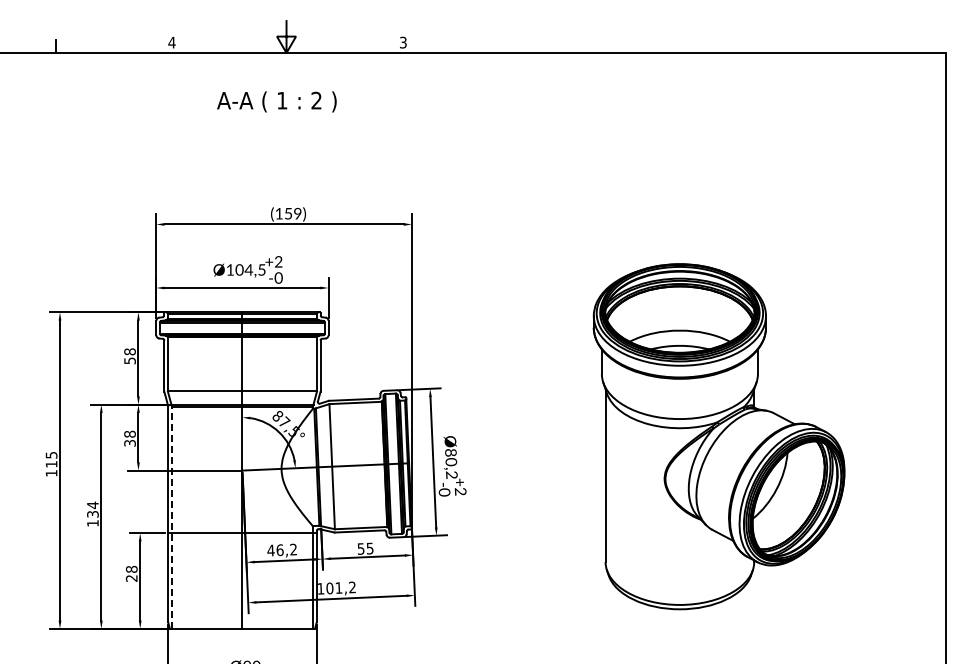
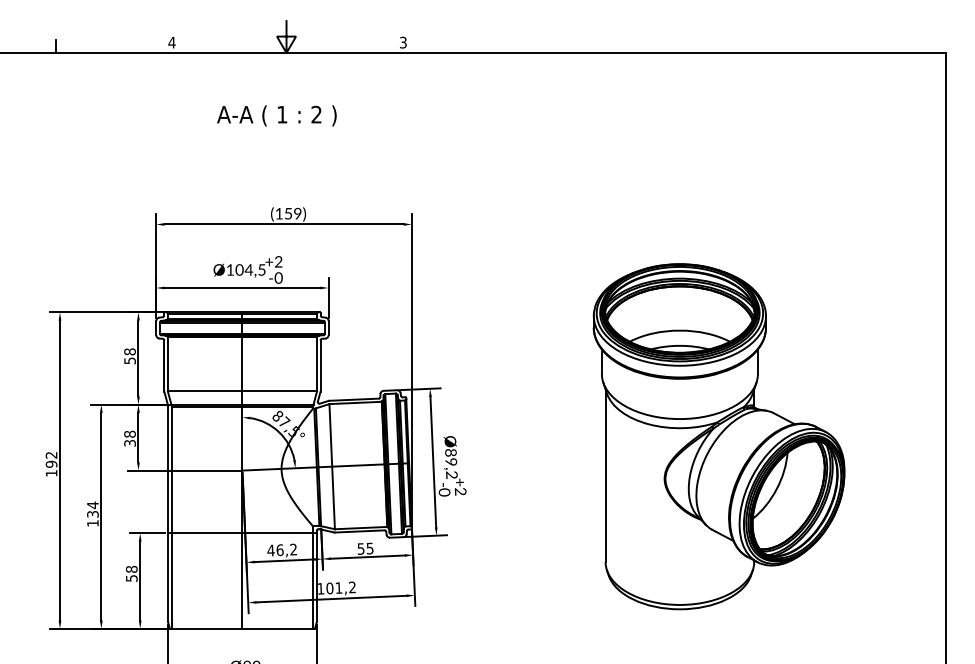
text at (276, 101) position: (276, 101) -> (276, 115)
text at (51, 459): 115 -> 192
text at (450, 462): Ø80,2 -> Ø89,2
line at (172, 517): dashed -> solid
text at (131, 578): 28 -> 58
